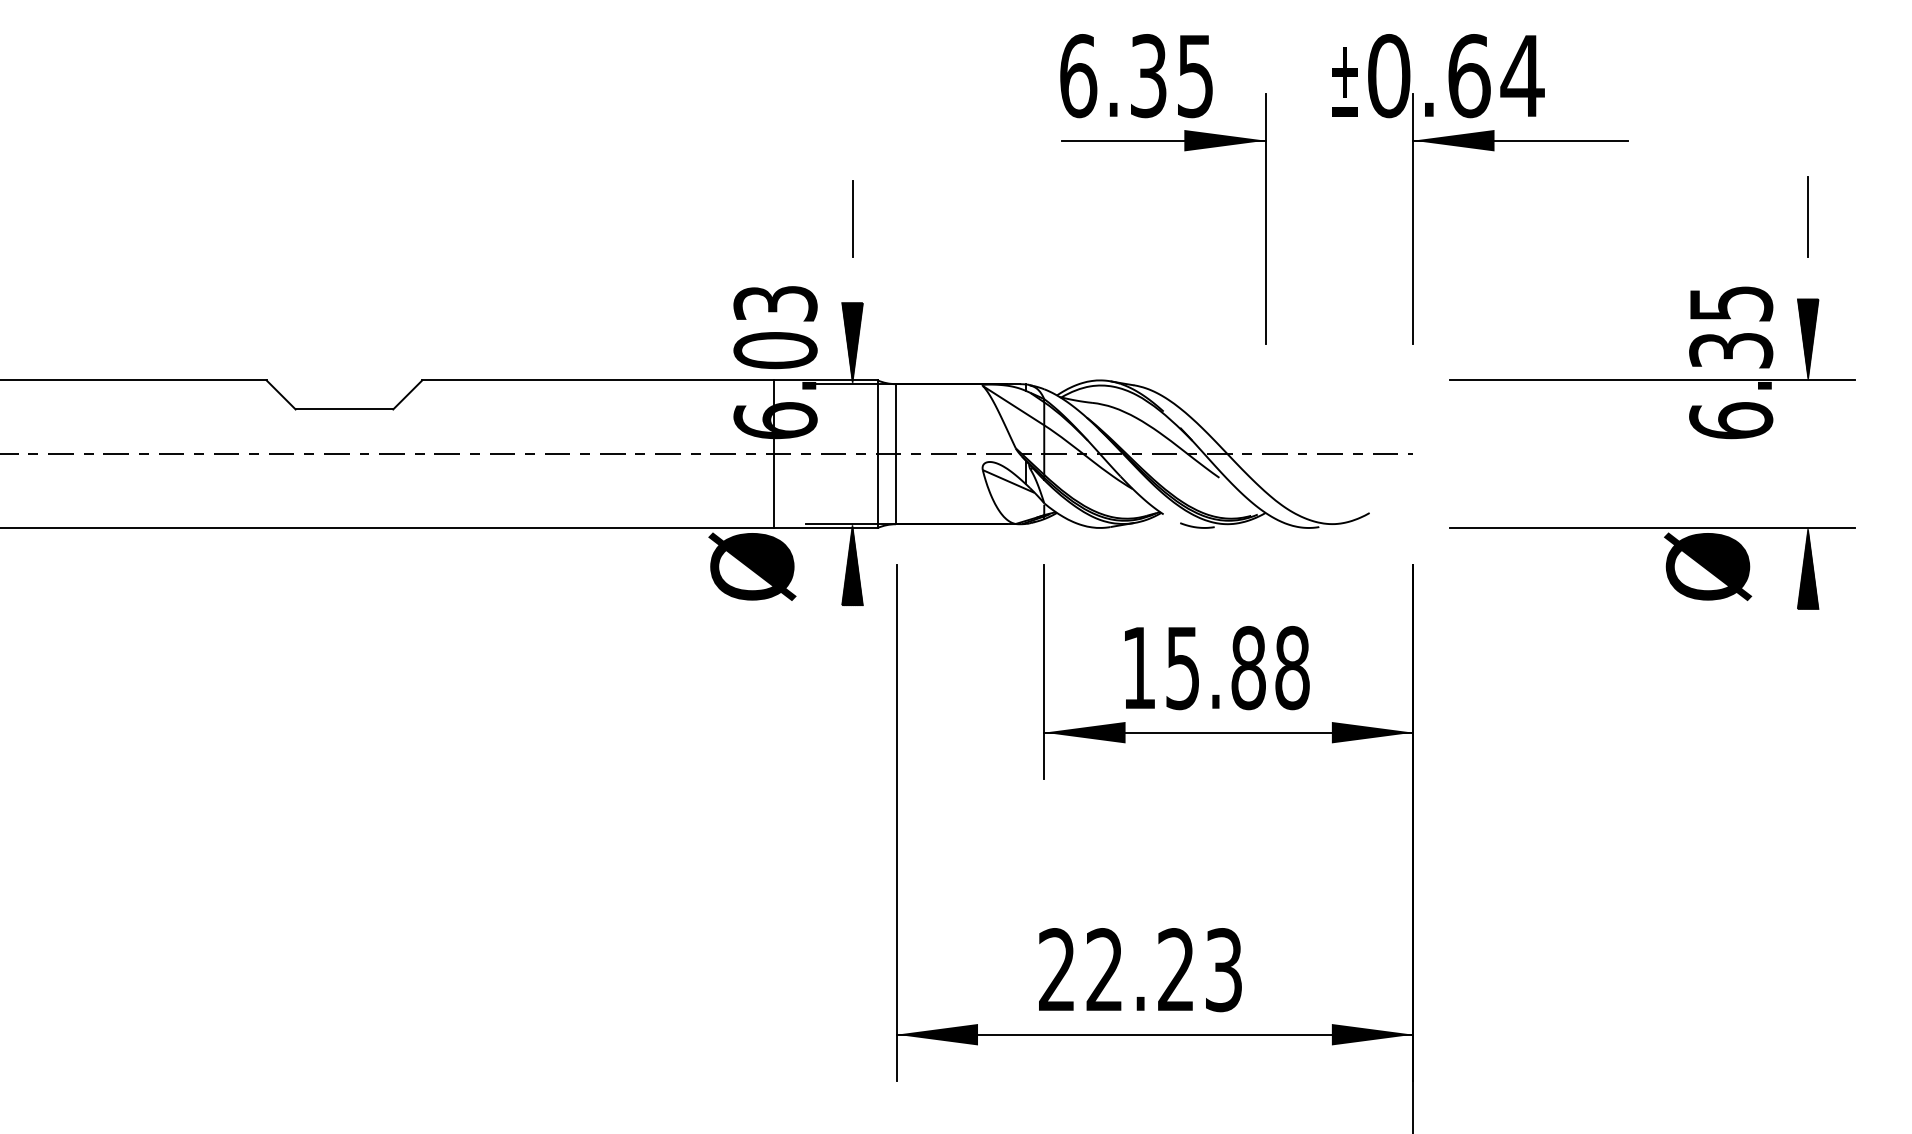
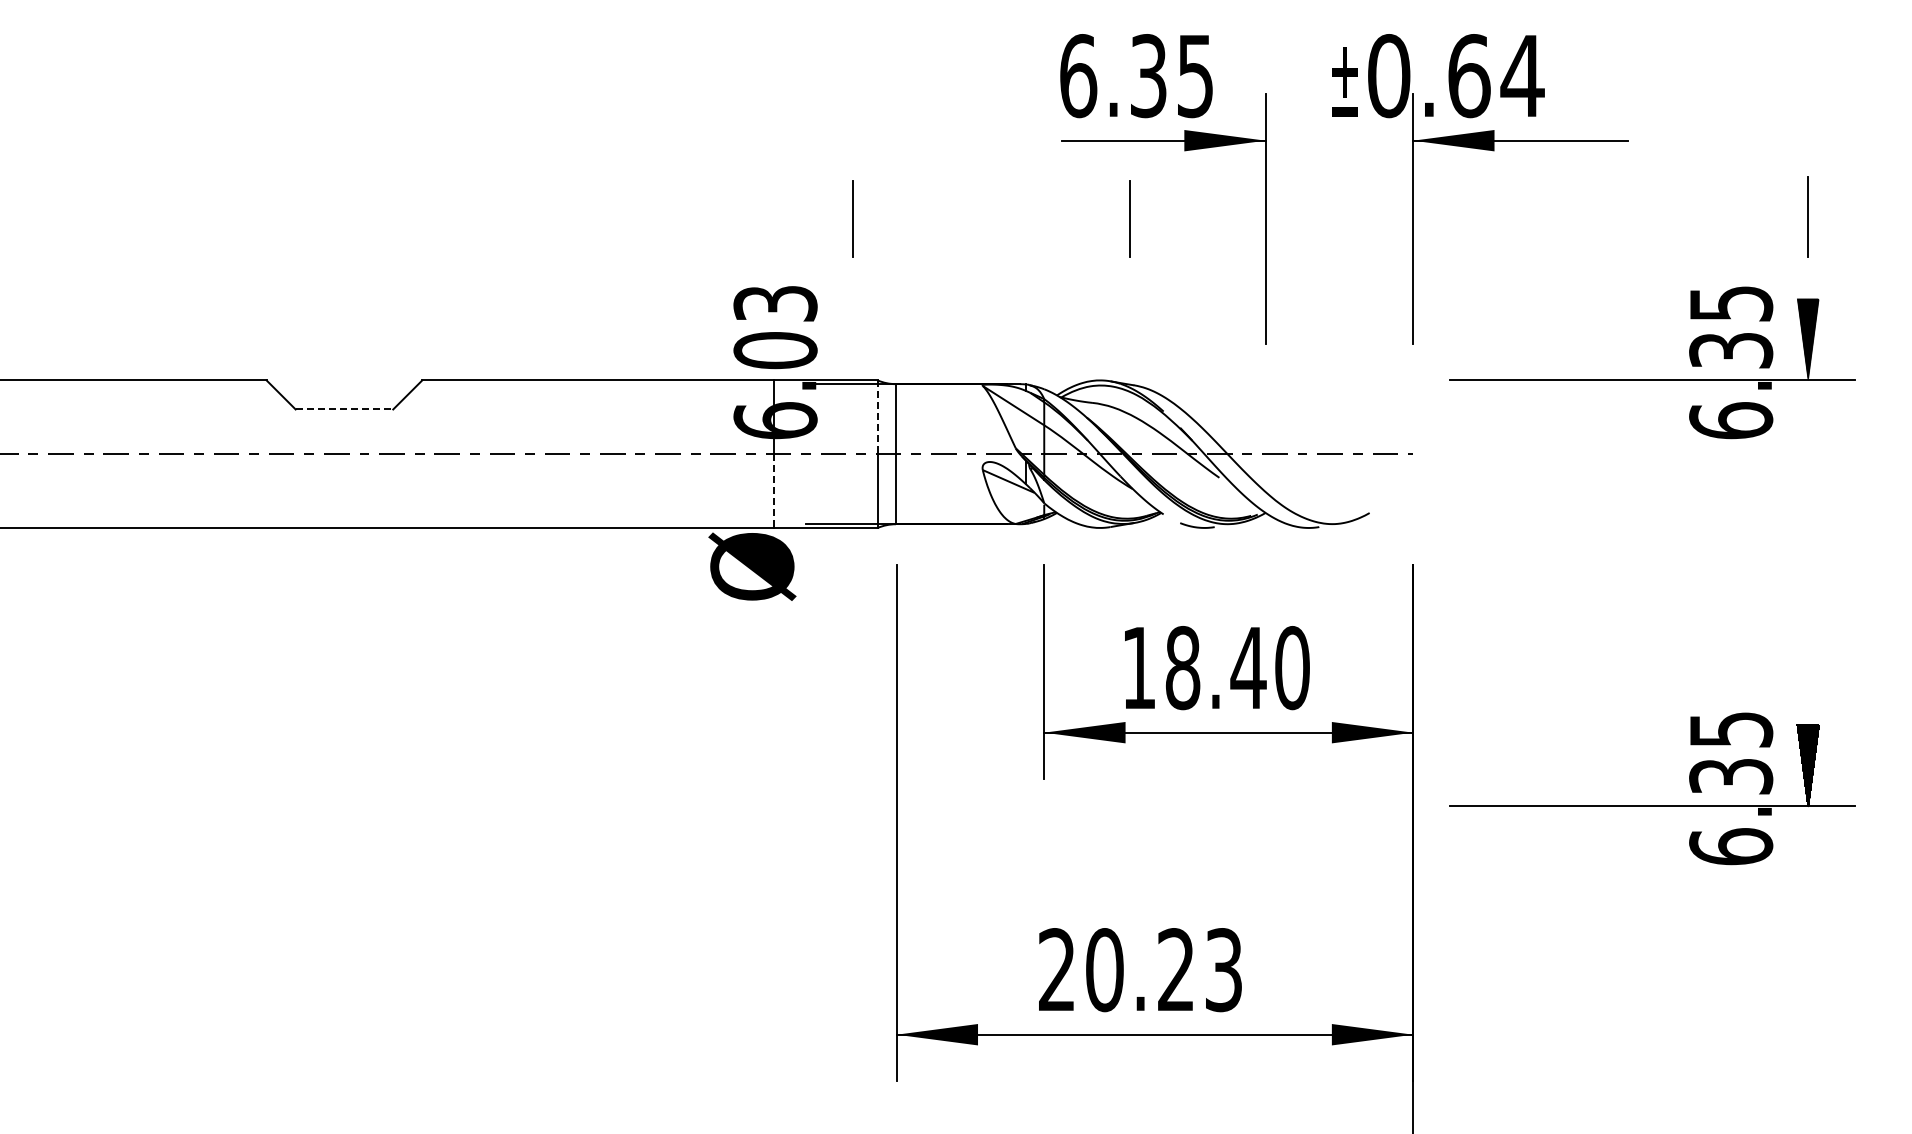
line at (1129, 218): none -> present
hatch at (852, 342): present -> none
line at (344, 409): solid -> dashed
line at (877, 417): solid -> dashed
line at (774, 491): solid -> dashed
hatch at (852, 564): present -> none
part at (1665, 567): present -> none
text at (1237, 668): 15.88 -> 18.40
part at (1652, 805): none -> present
text at (1104, 970): 22.23 -> 20.23
